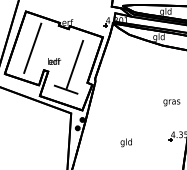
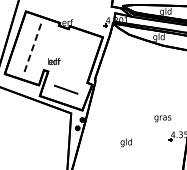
line at (32, 48): solid -> dashed
line at (74, 64): present -> none
text at (171, 102) position: (171, 102) -> (162, 118)
